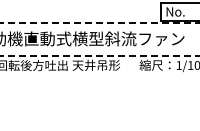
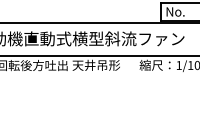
line at (100, 22): dashed -> solid
line at (100, 55): dashed -> solid
